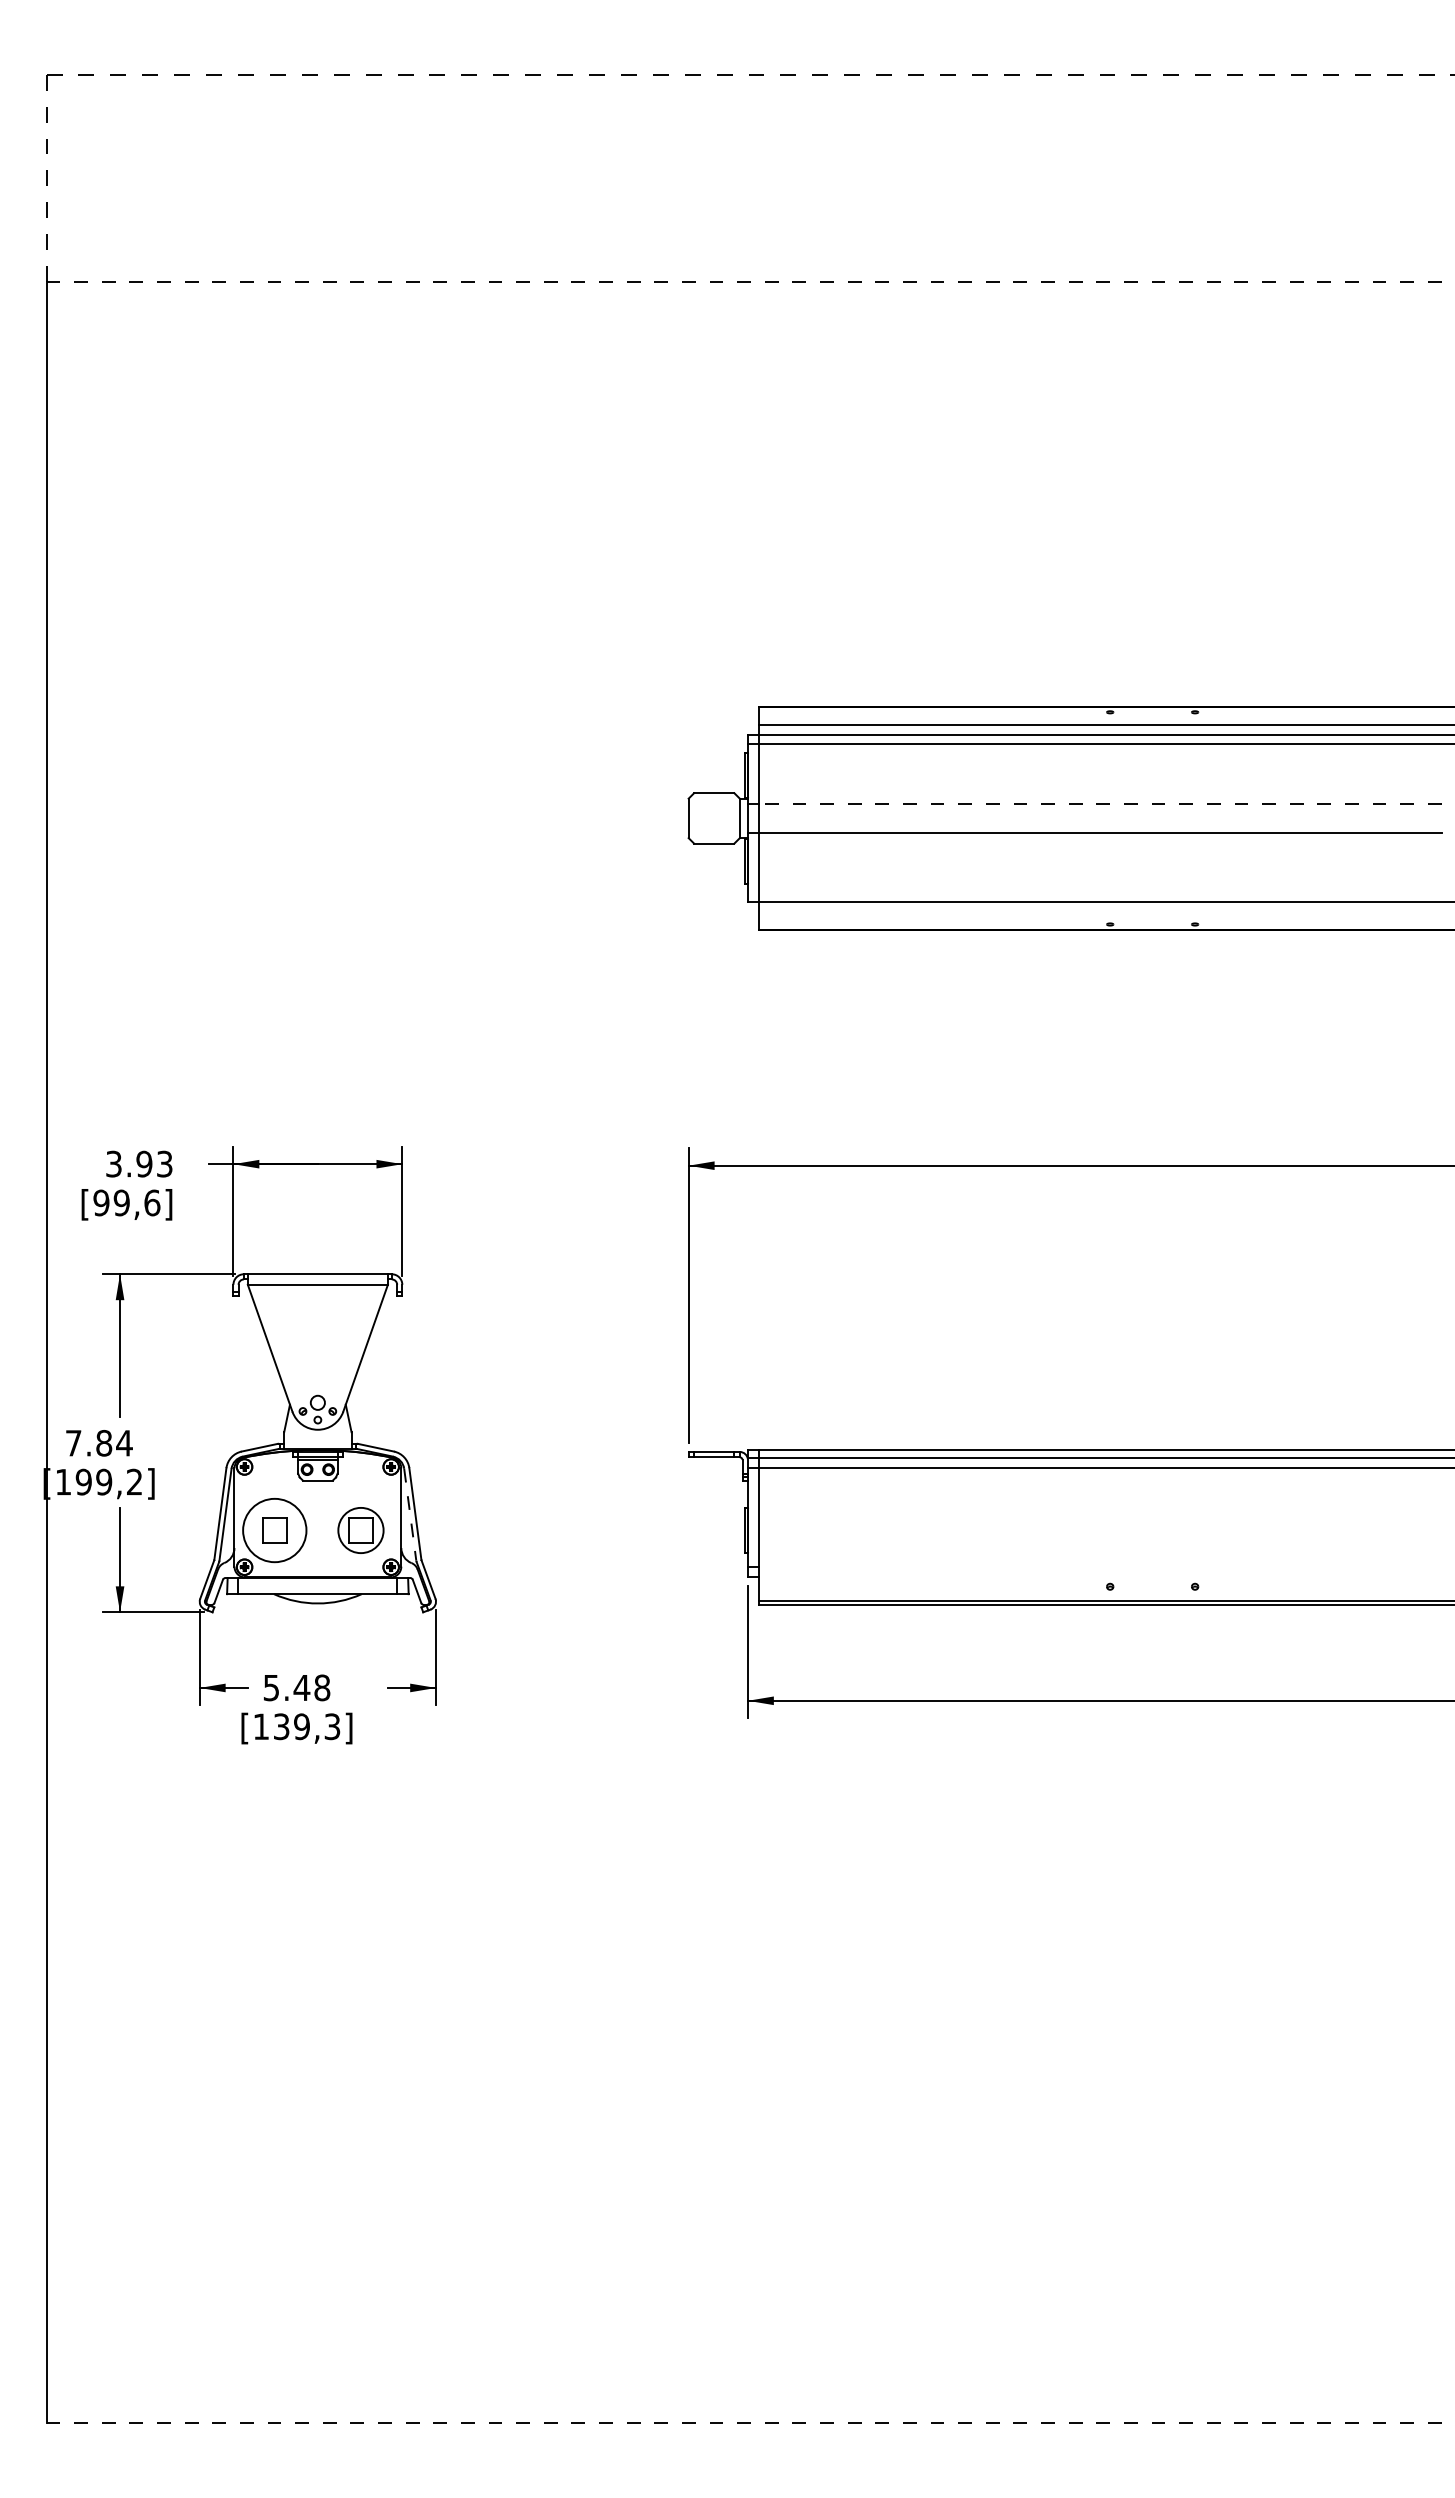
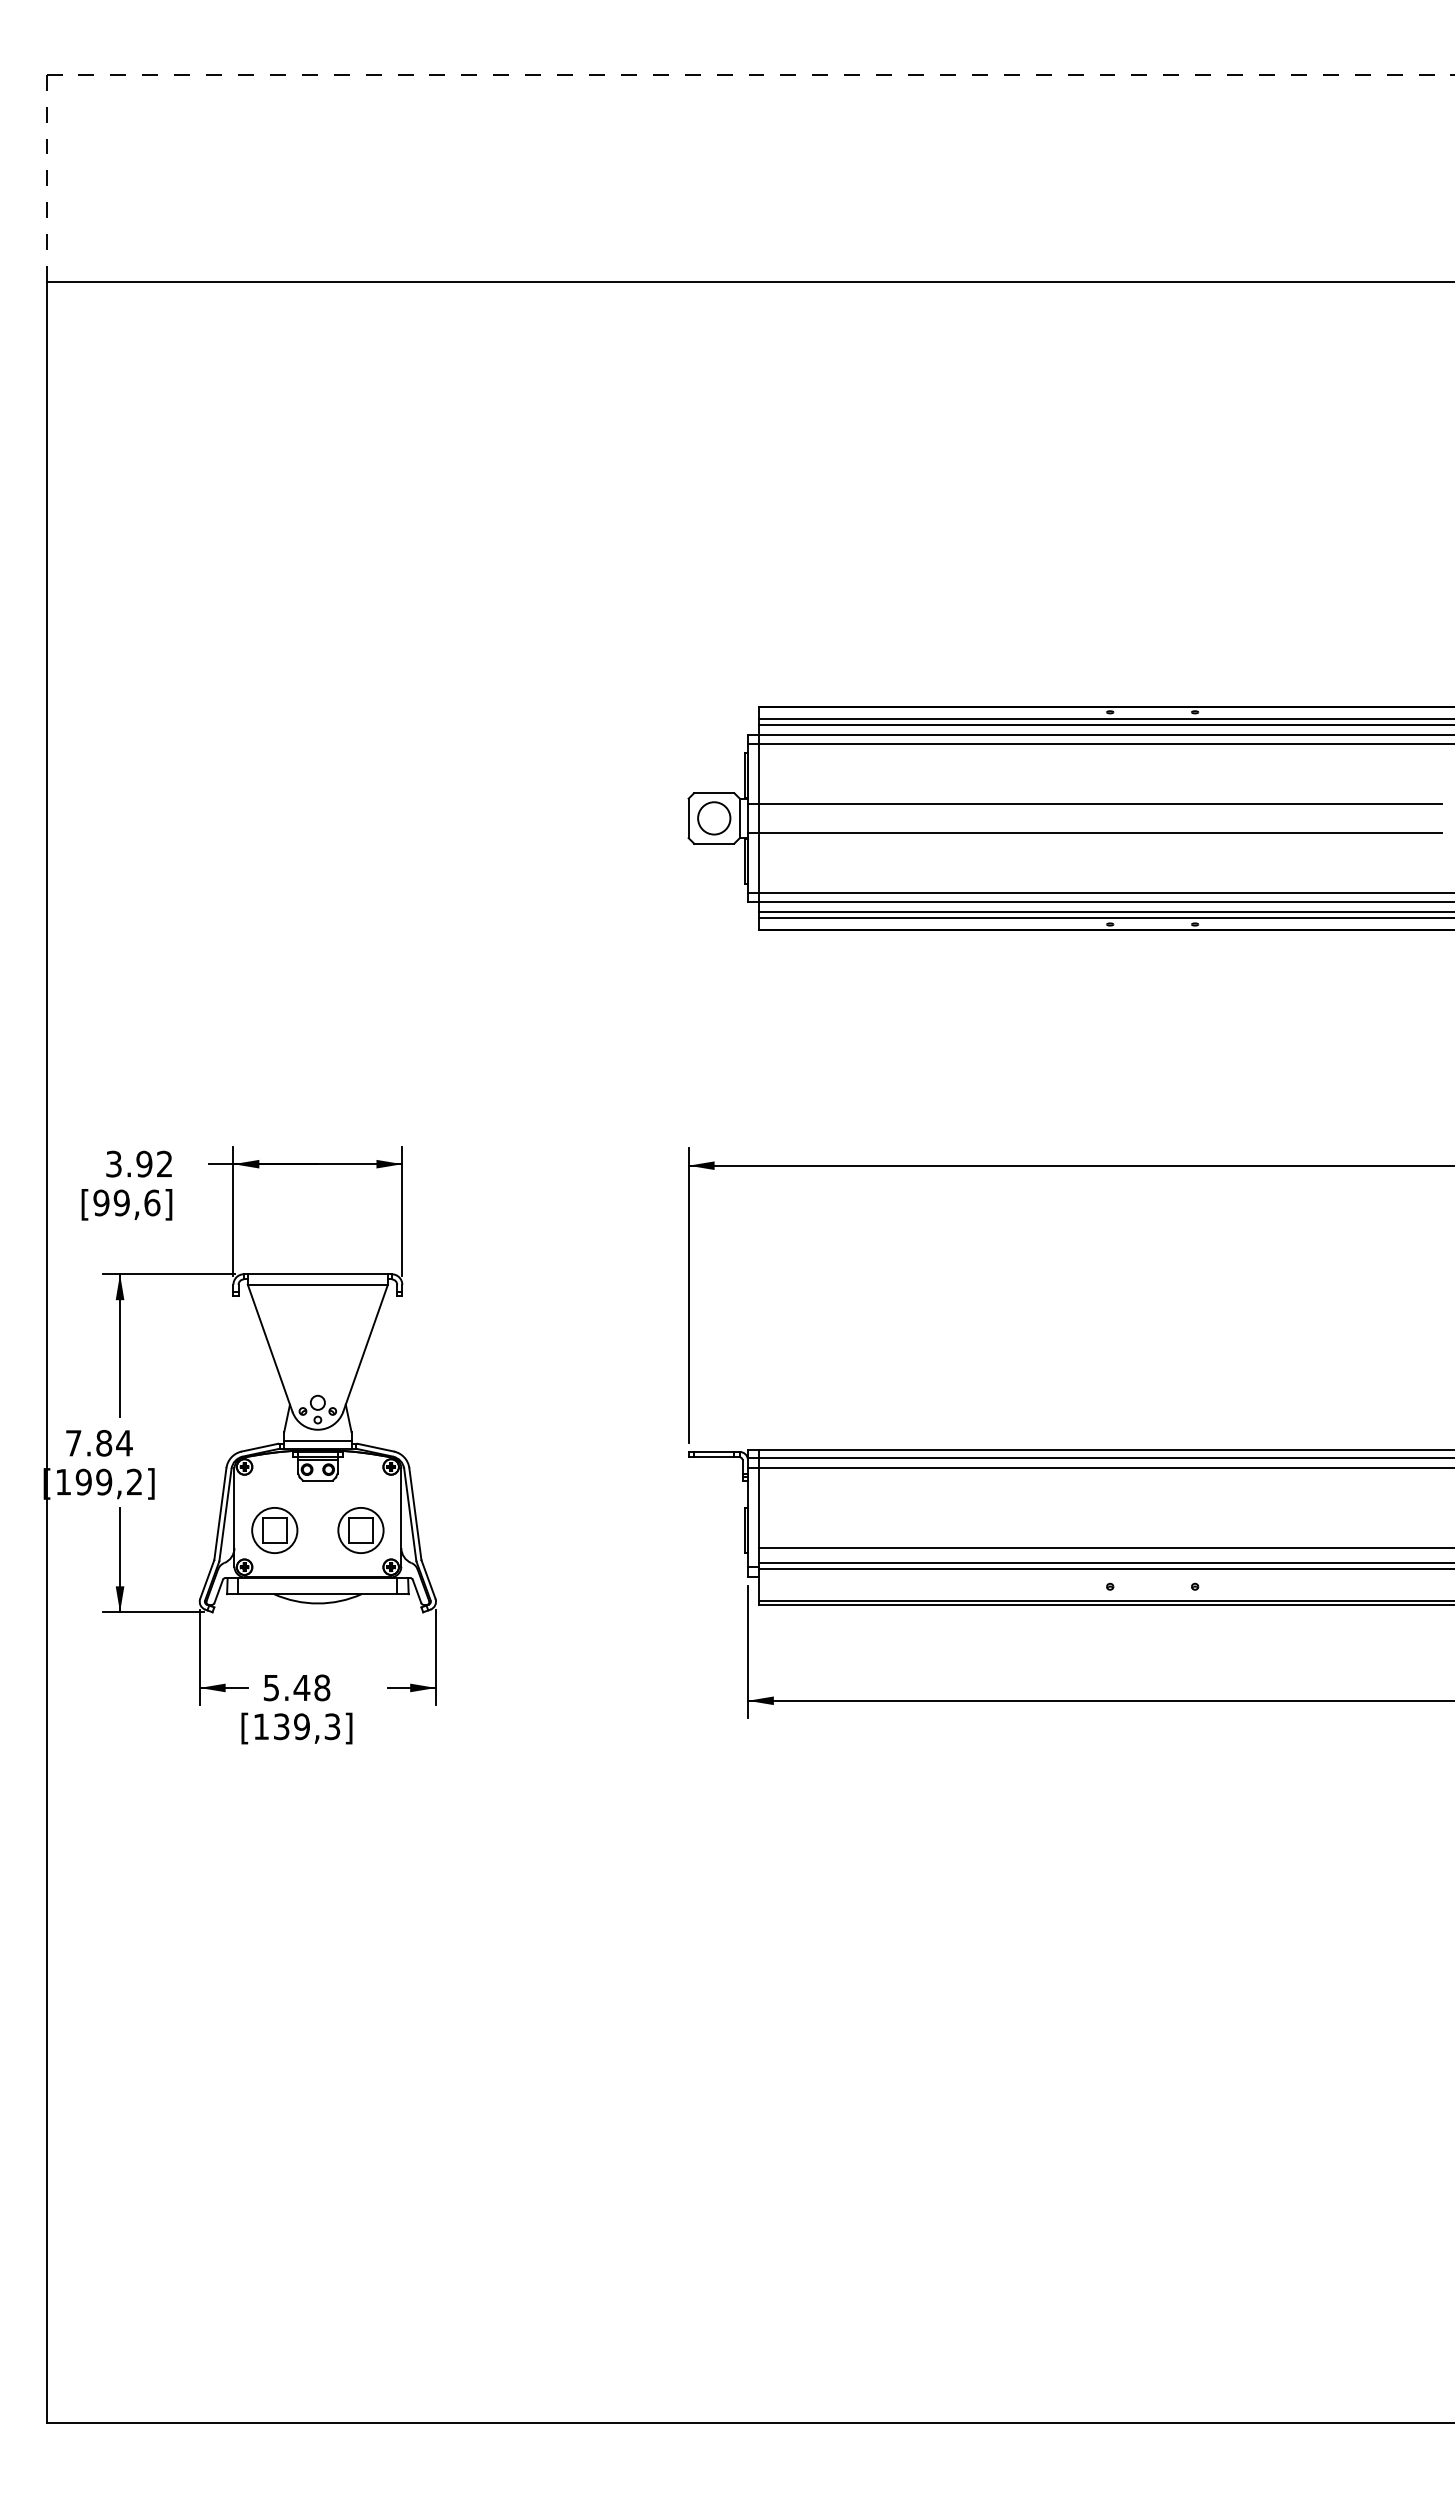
line at (750, 282): dashed -> solid
line at (1104, 718): none -> present
line at (1099, 803): dashed -> solid
circle at (714, 818): none -> present
line at (1099, 893): none -> present
line at (1104, 912): none -> present
line at (1104, 918): none -> present
text at (164, 1164): 3.93 -> 3.92
line at (317, 1441): none -> present
line at (410, 1515): dashed -> solid
circle at (274, 1530) diameter: 63 px -> 45 px
line at (1104, 1548): none -> present
line at (1104, 1563): none -> present
line at (1104, 1569): none -> present
line at (750, 2423): dashed -> solid
